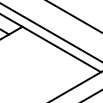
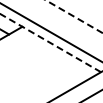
line at (73, 16): solid -> dashed
line at (50, 42): solid -> dashed
